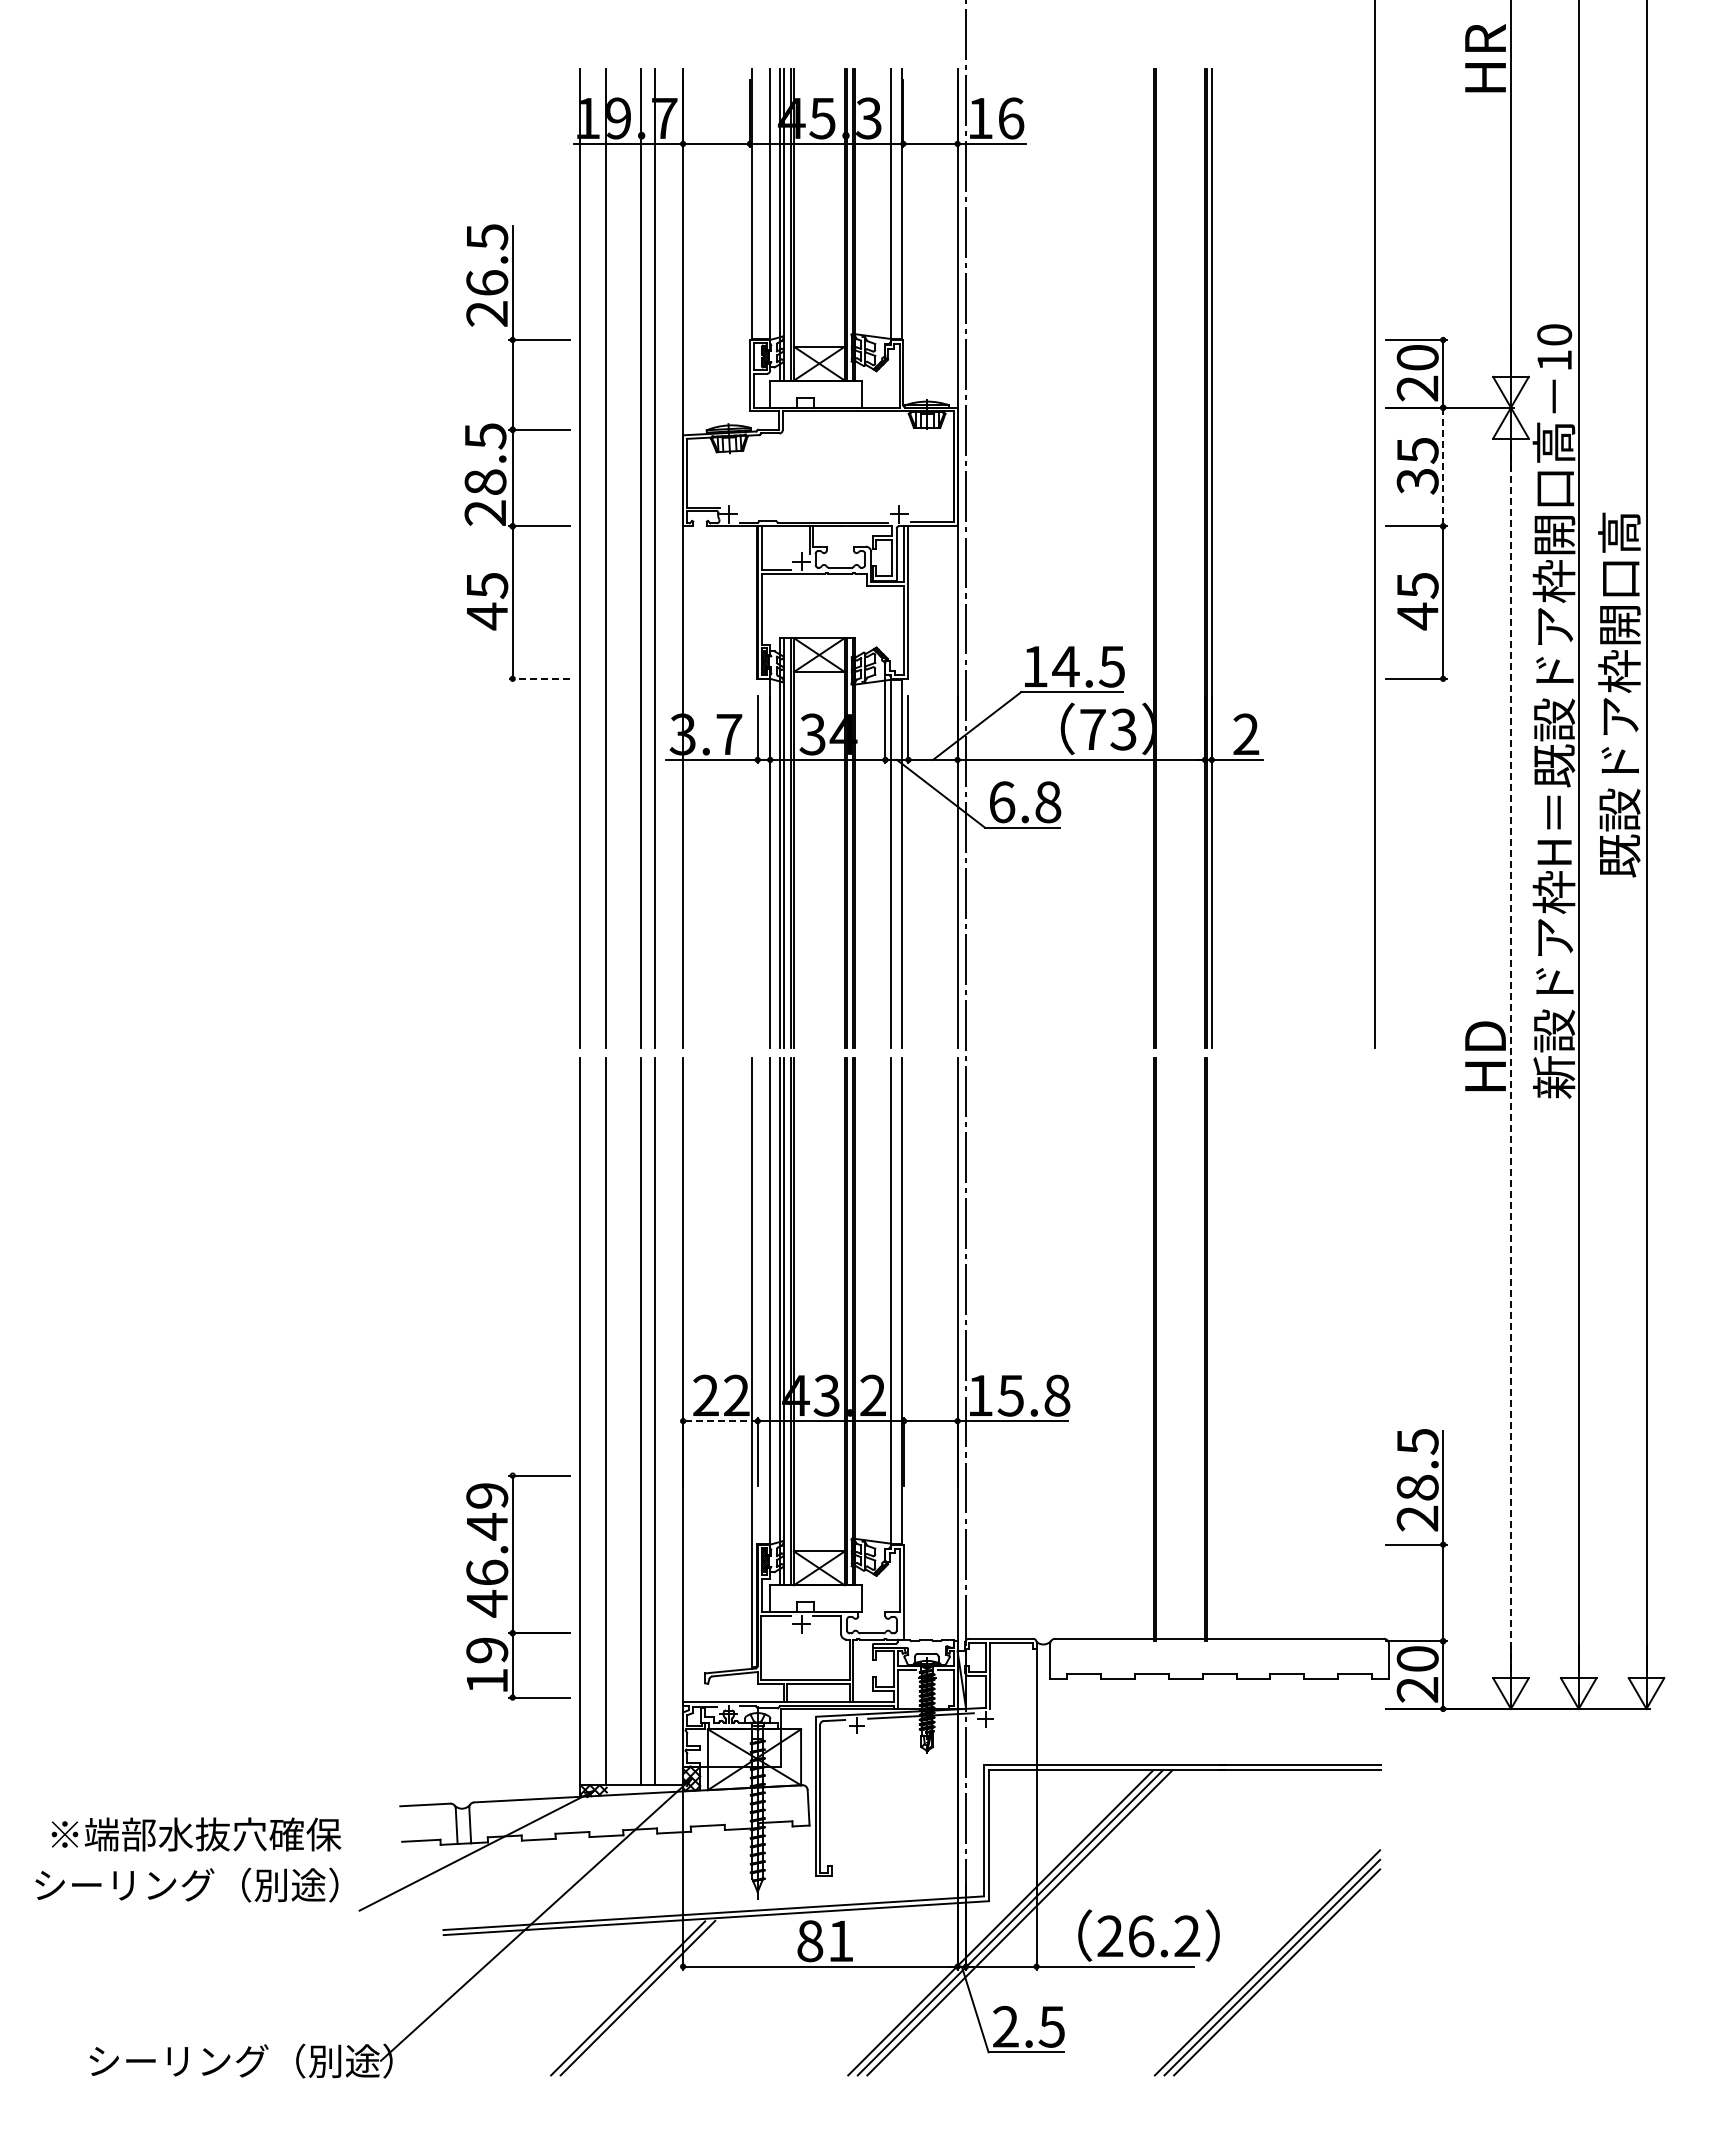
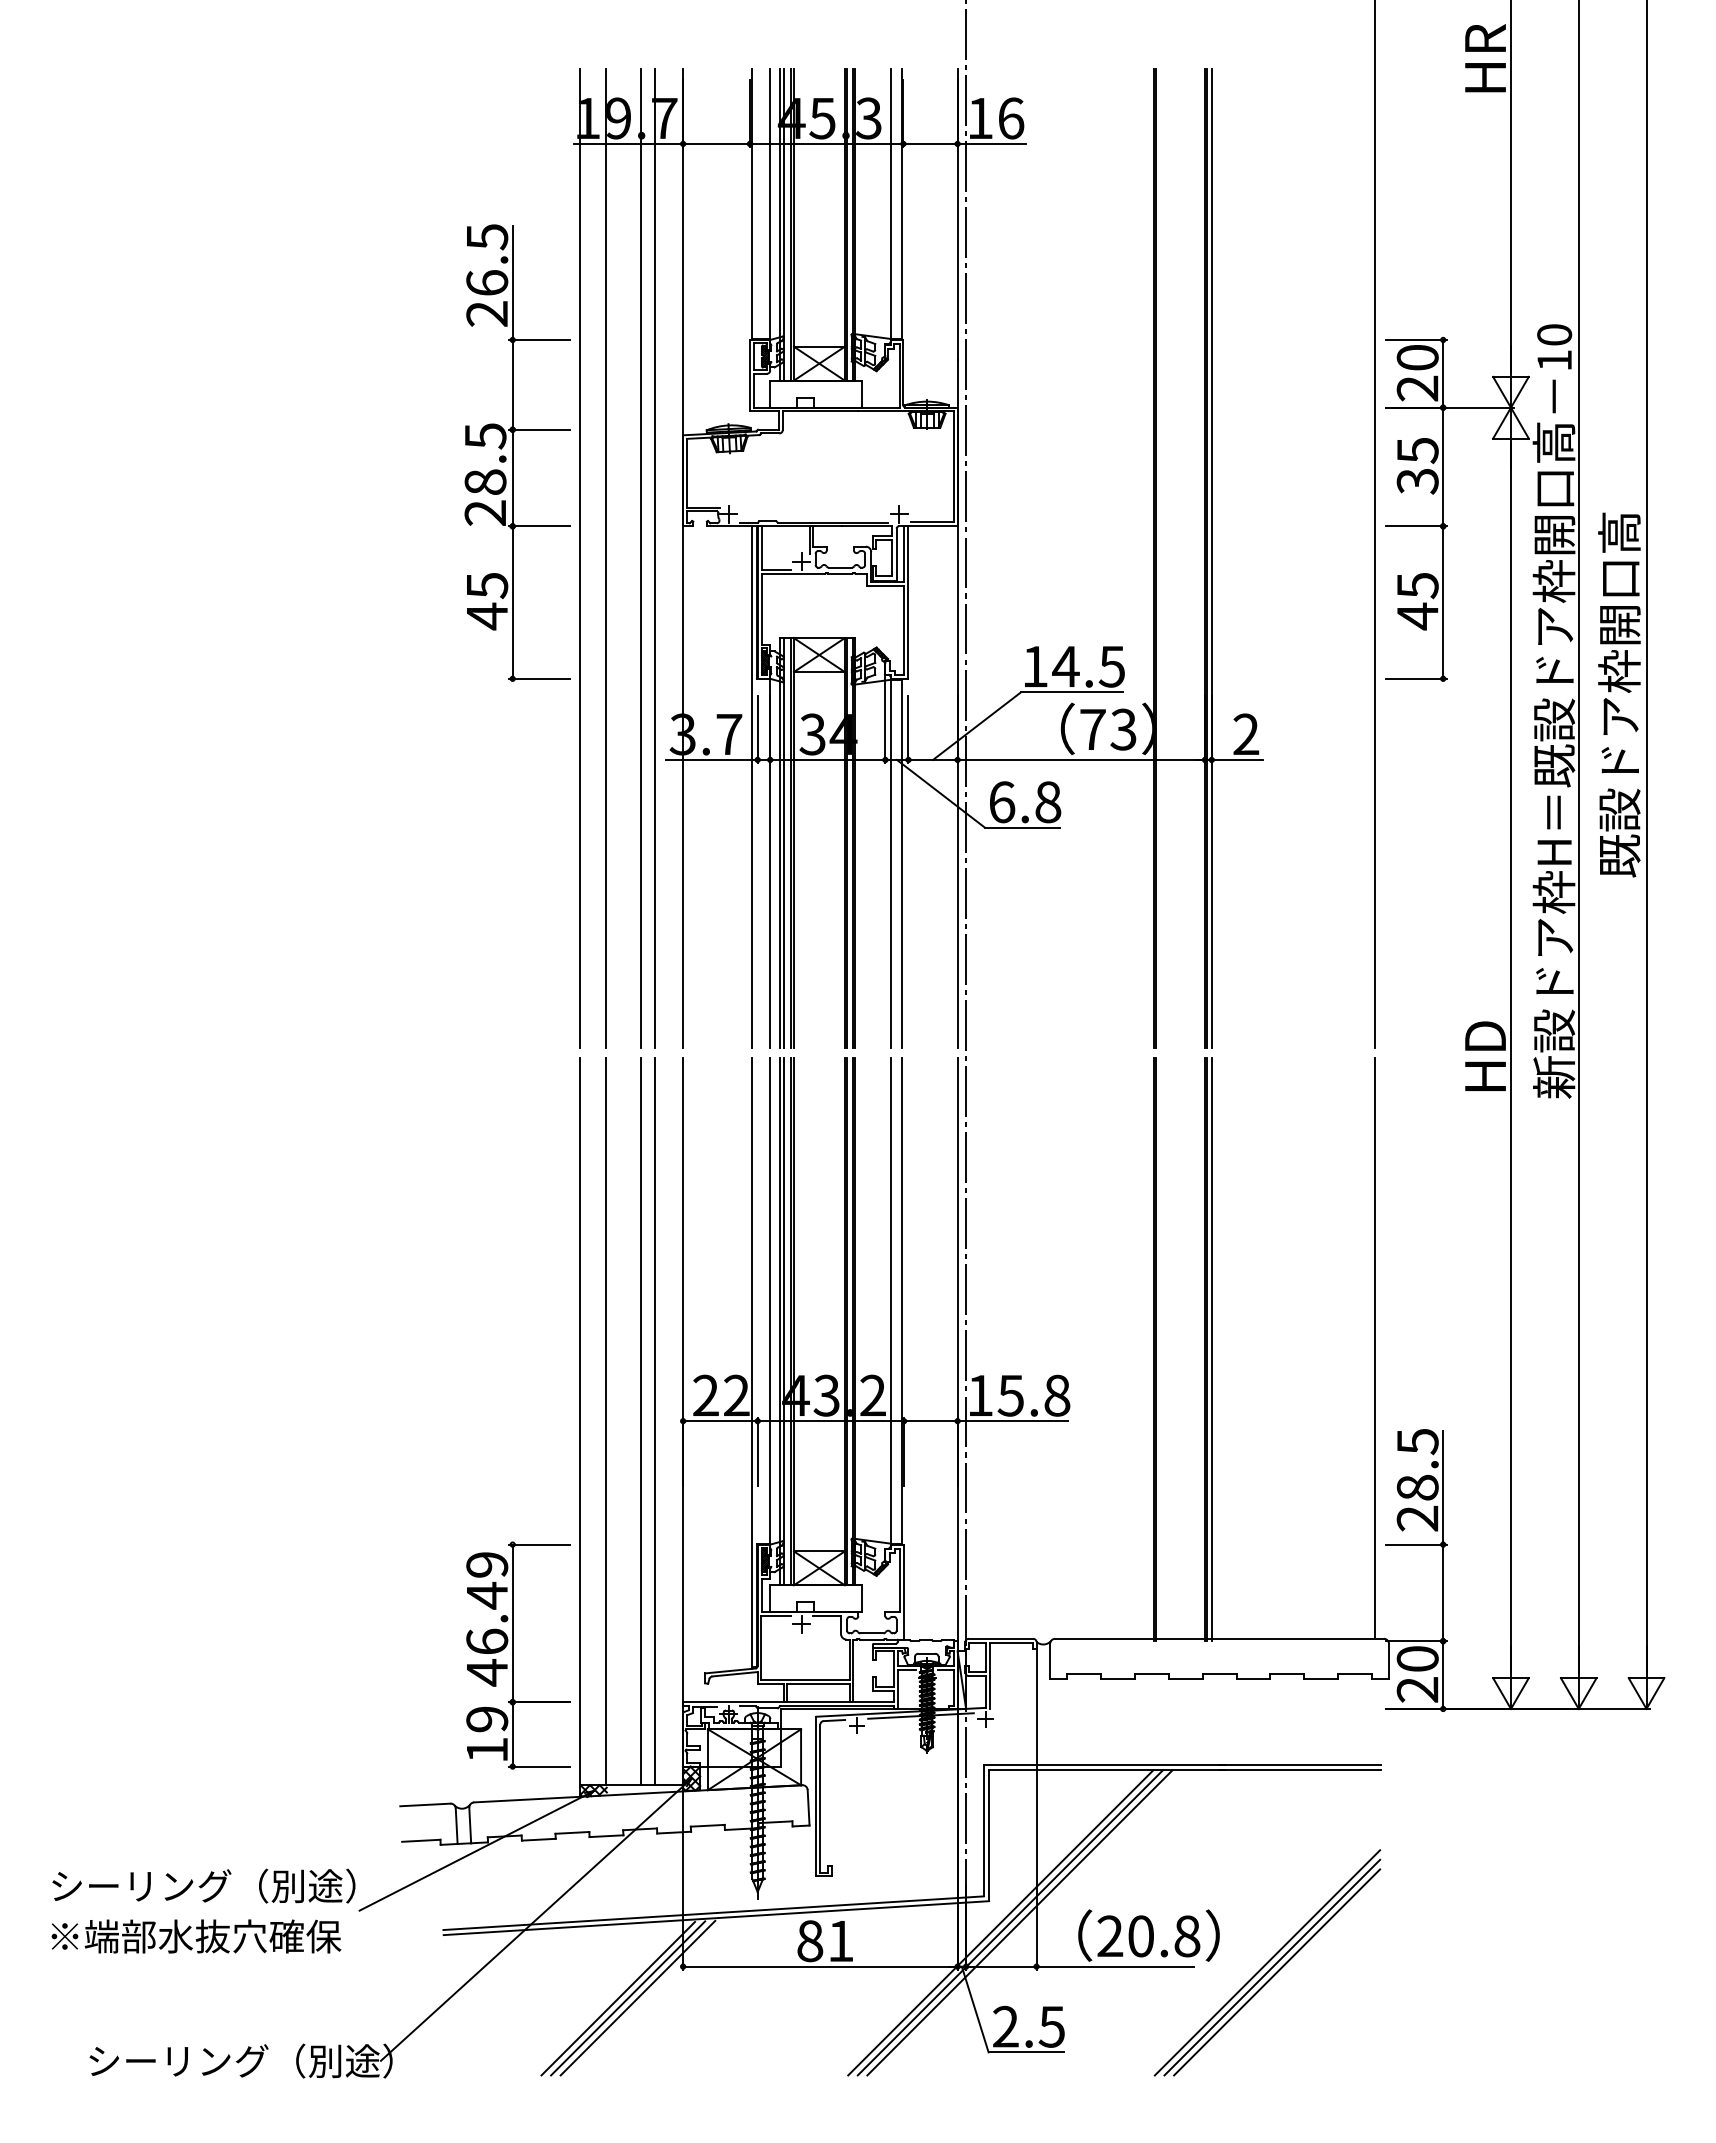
line at (1443, 467): dashed -> solid
line at (539, 678): dashed -> solid
line at (751, 787): none -> present
line at (1510, 1058): dashed -> solid
line at (1375, 1348): none -> present
line at (1211, 1349): none -> present
line at (719, 1421): dashed -> solid
part at (518, 1586) position: (518, 1586) -> (518, 1655)
text at (196, 1834) position: (196, 1834) -> (196, 1936)
text at (186, 1884) position: (186, 1884) -> (203, 1885)
text at (1164, 1936): 26.2 -> 20.8
line at (618, 1998): none -> present
